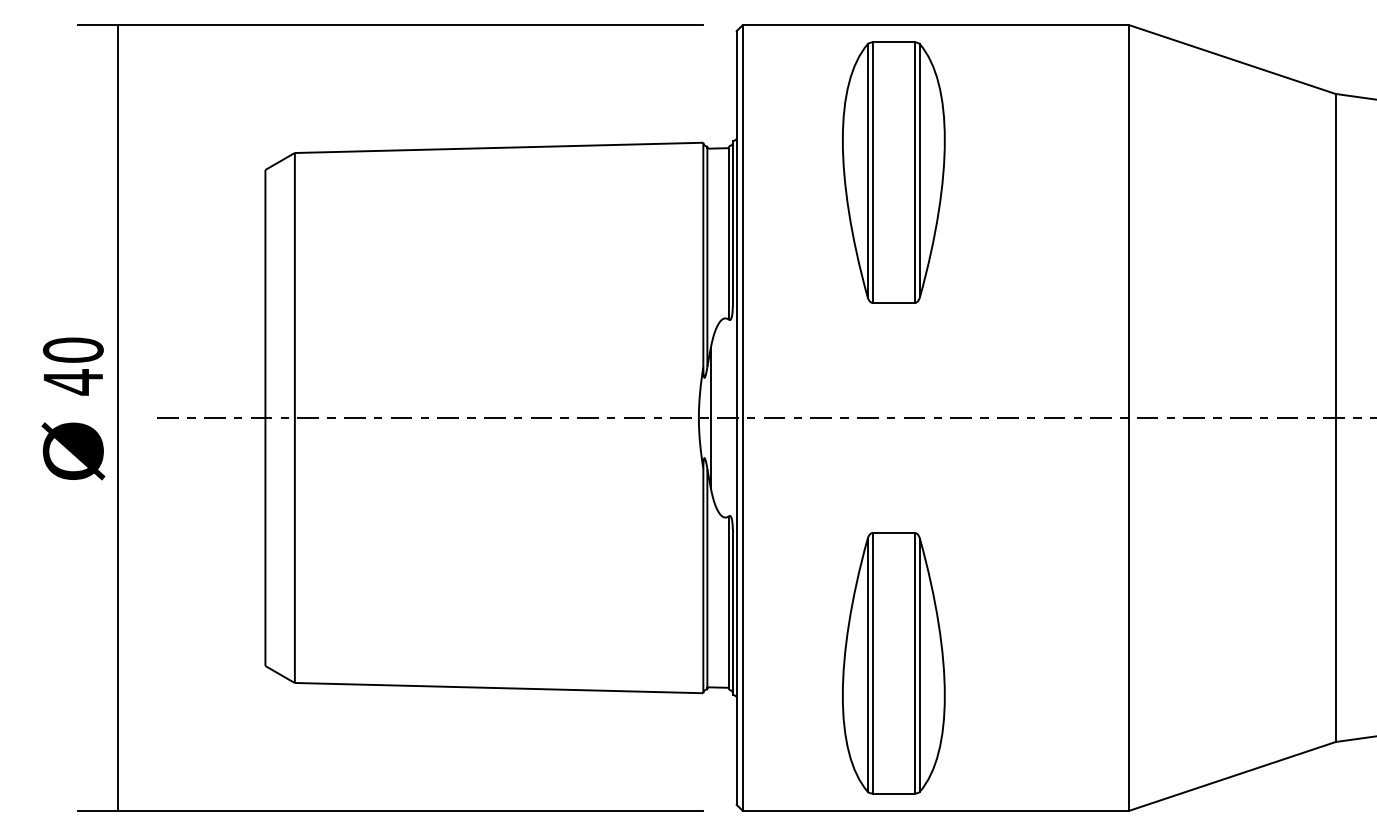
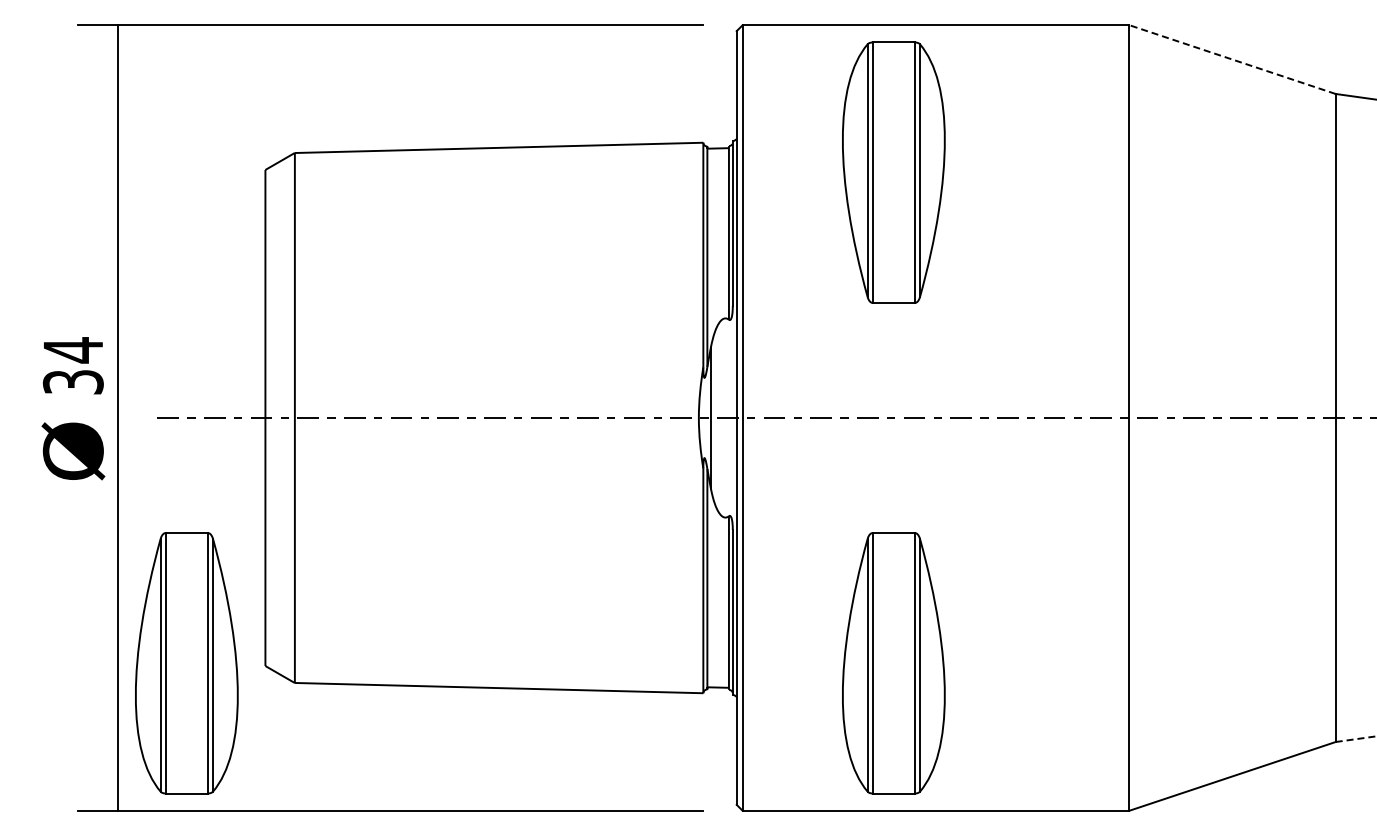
line at (1232, 59): solid -> dashed
text at (72, 366): 40 -> 34
part at (186, 663): none -> present
line at (1356, 739): solid -> dashed
